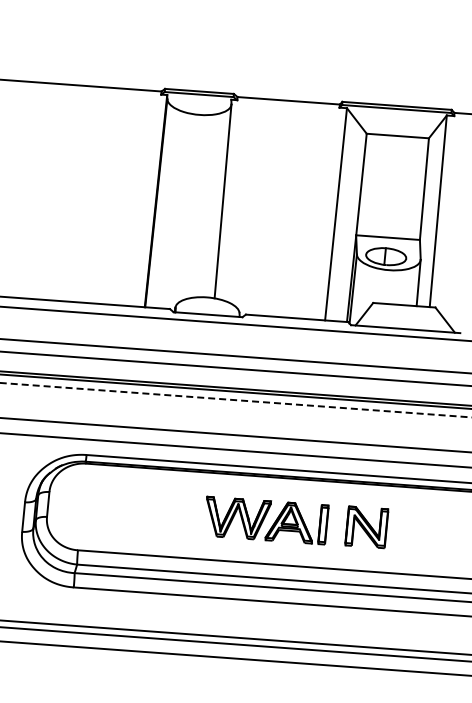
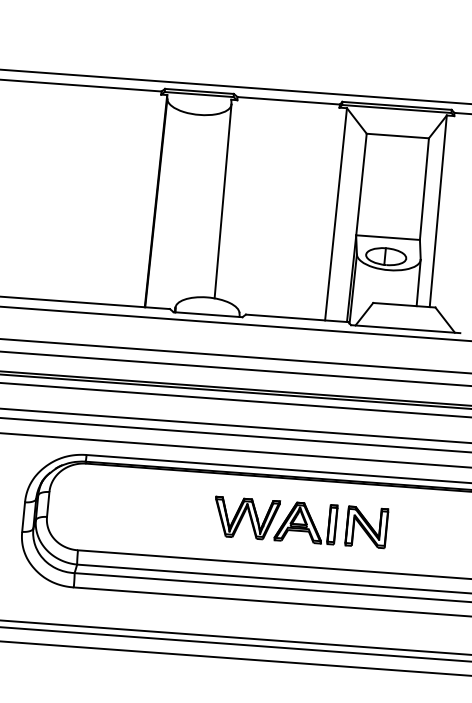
line at (235, 86): none -> present
line at (236, 400): dashed -> solid
line at (235, 425): none -> present
part at (267, 520) position: (267, 520) -> (276, 520)
